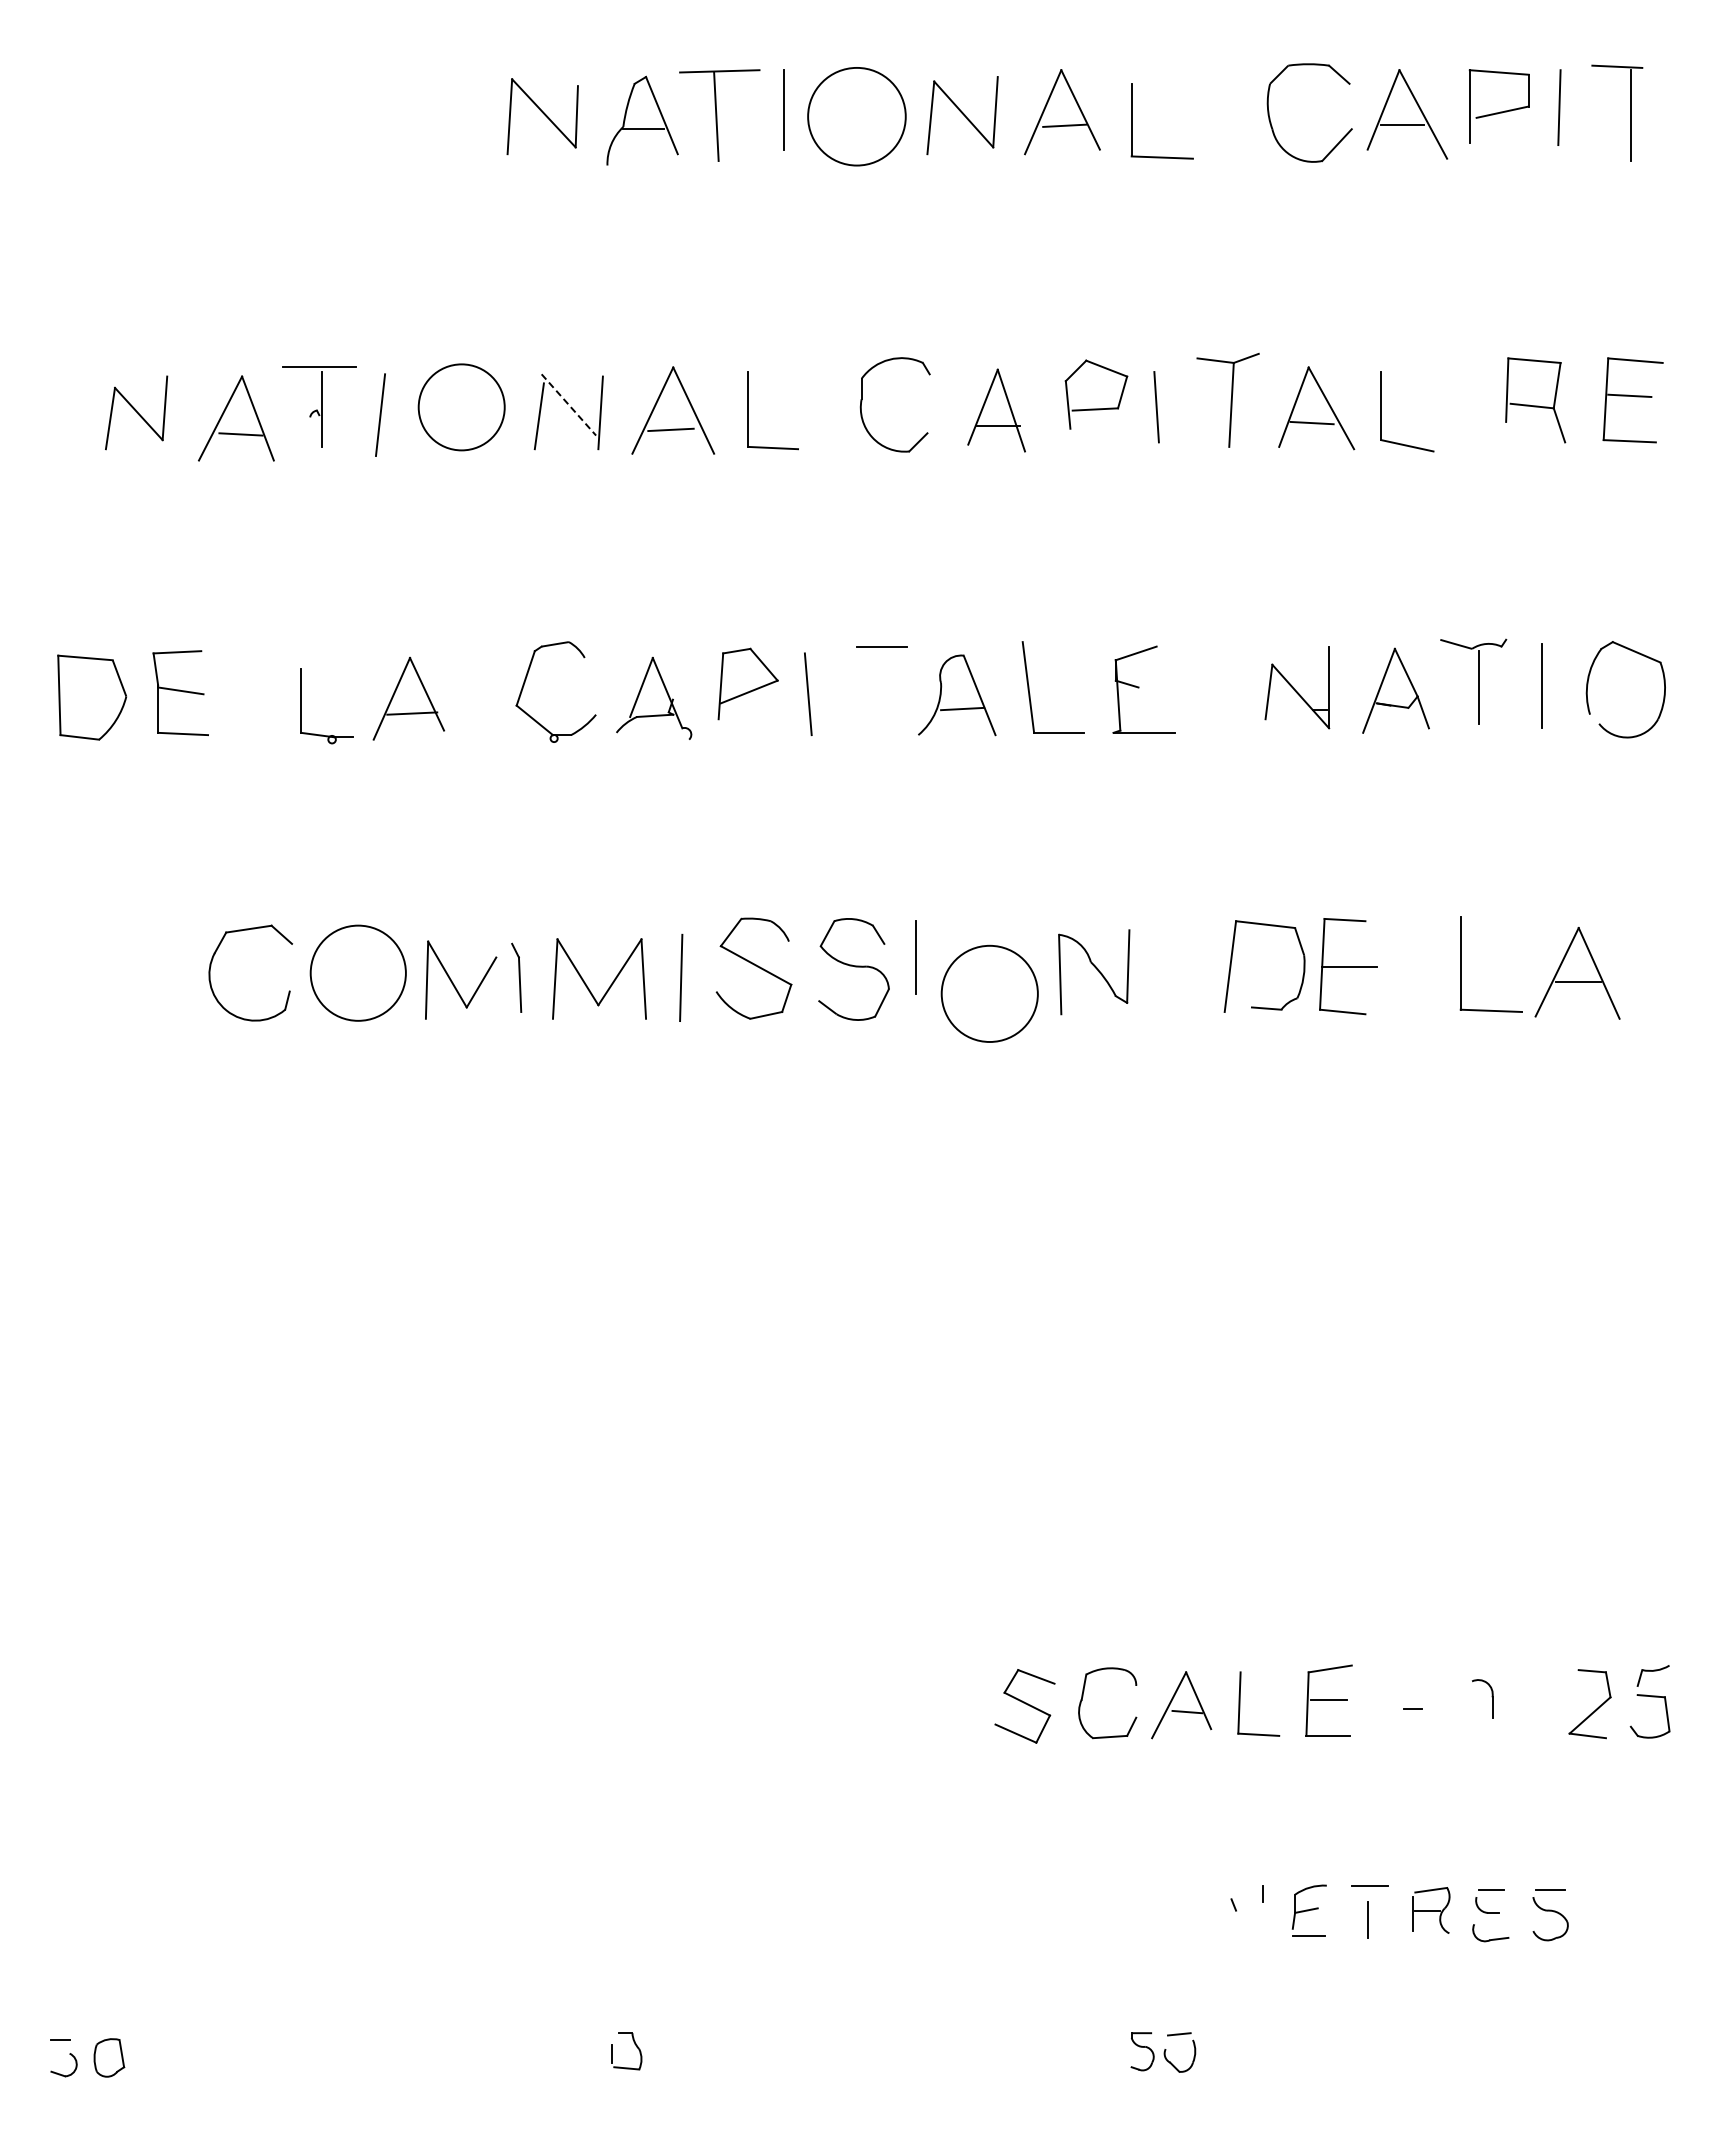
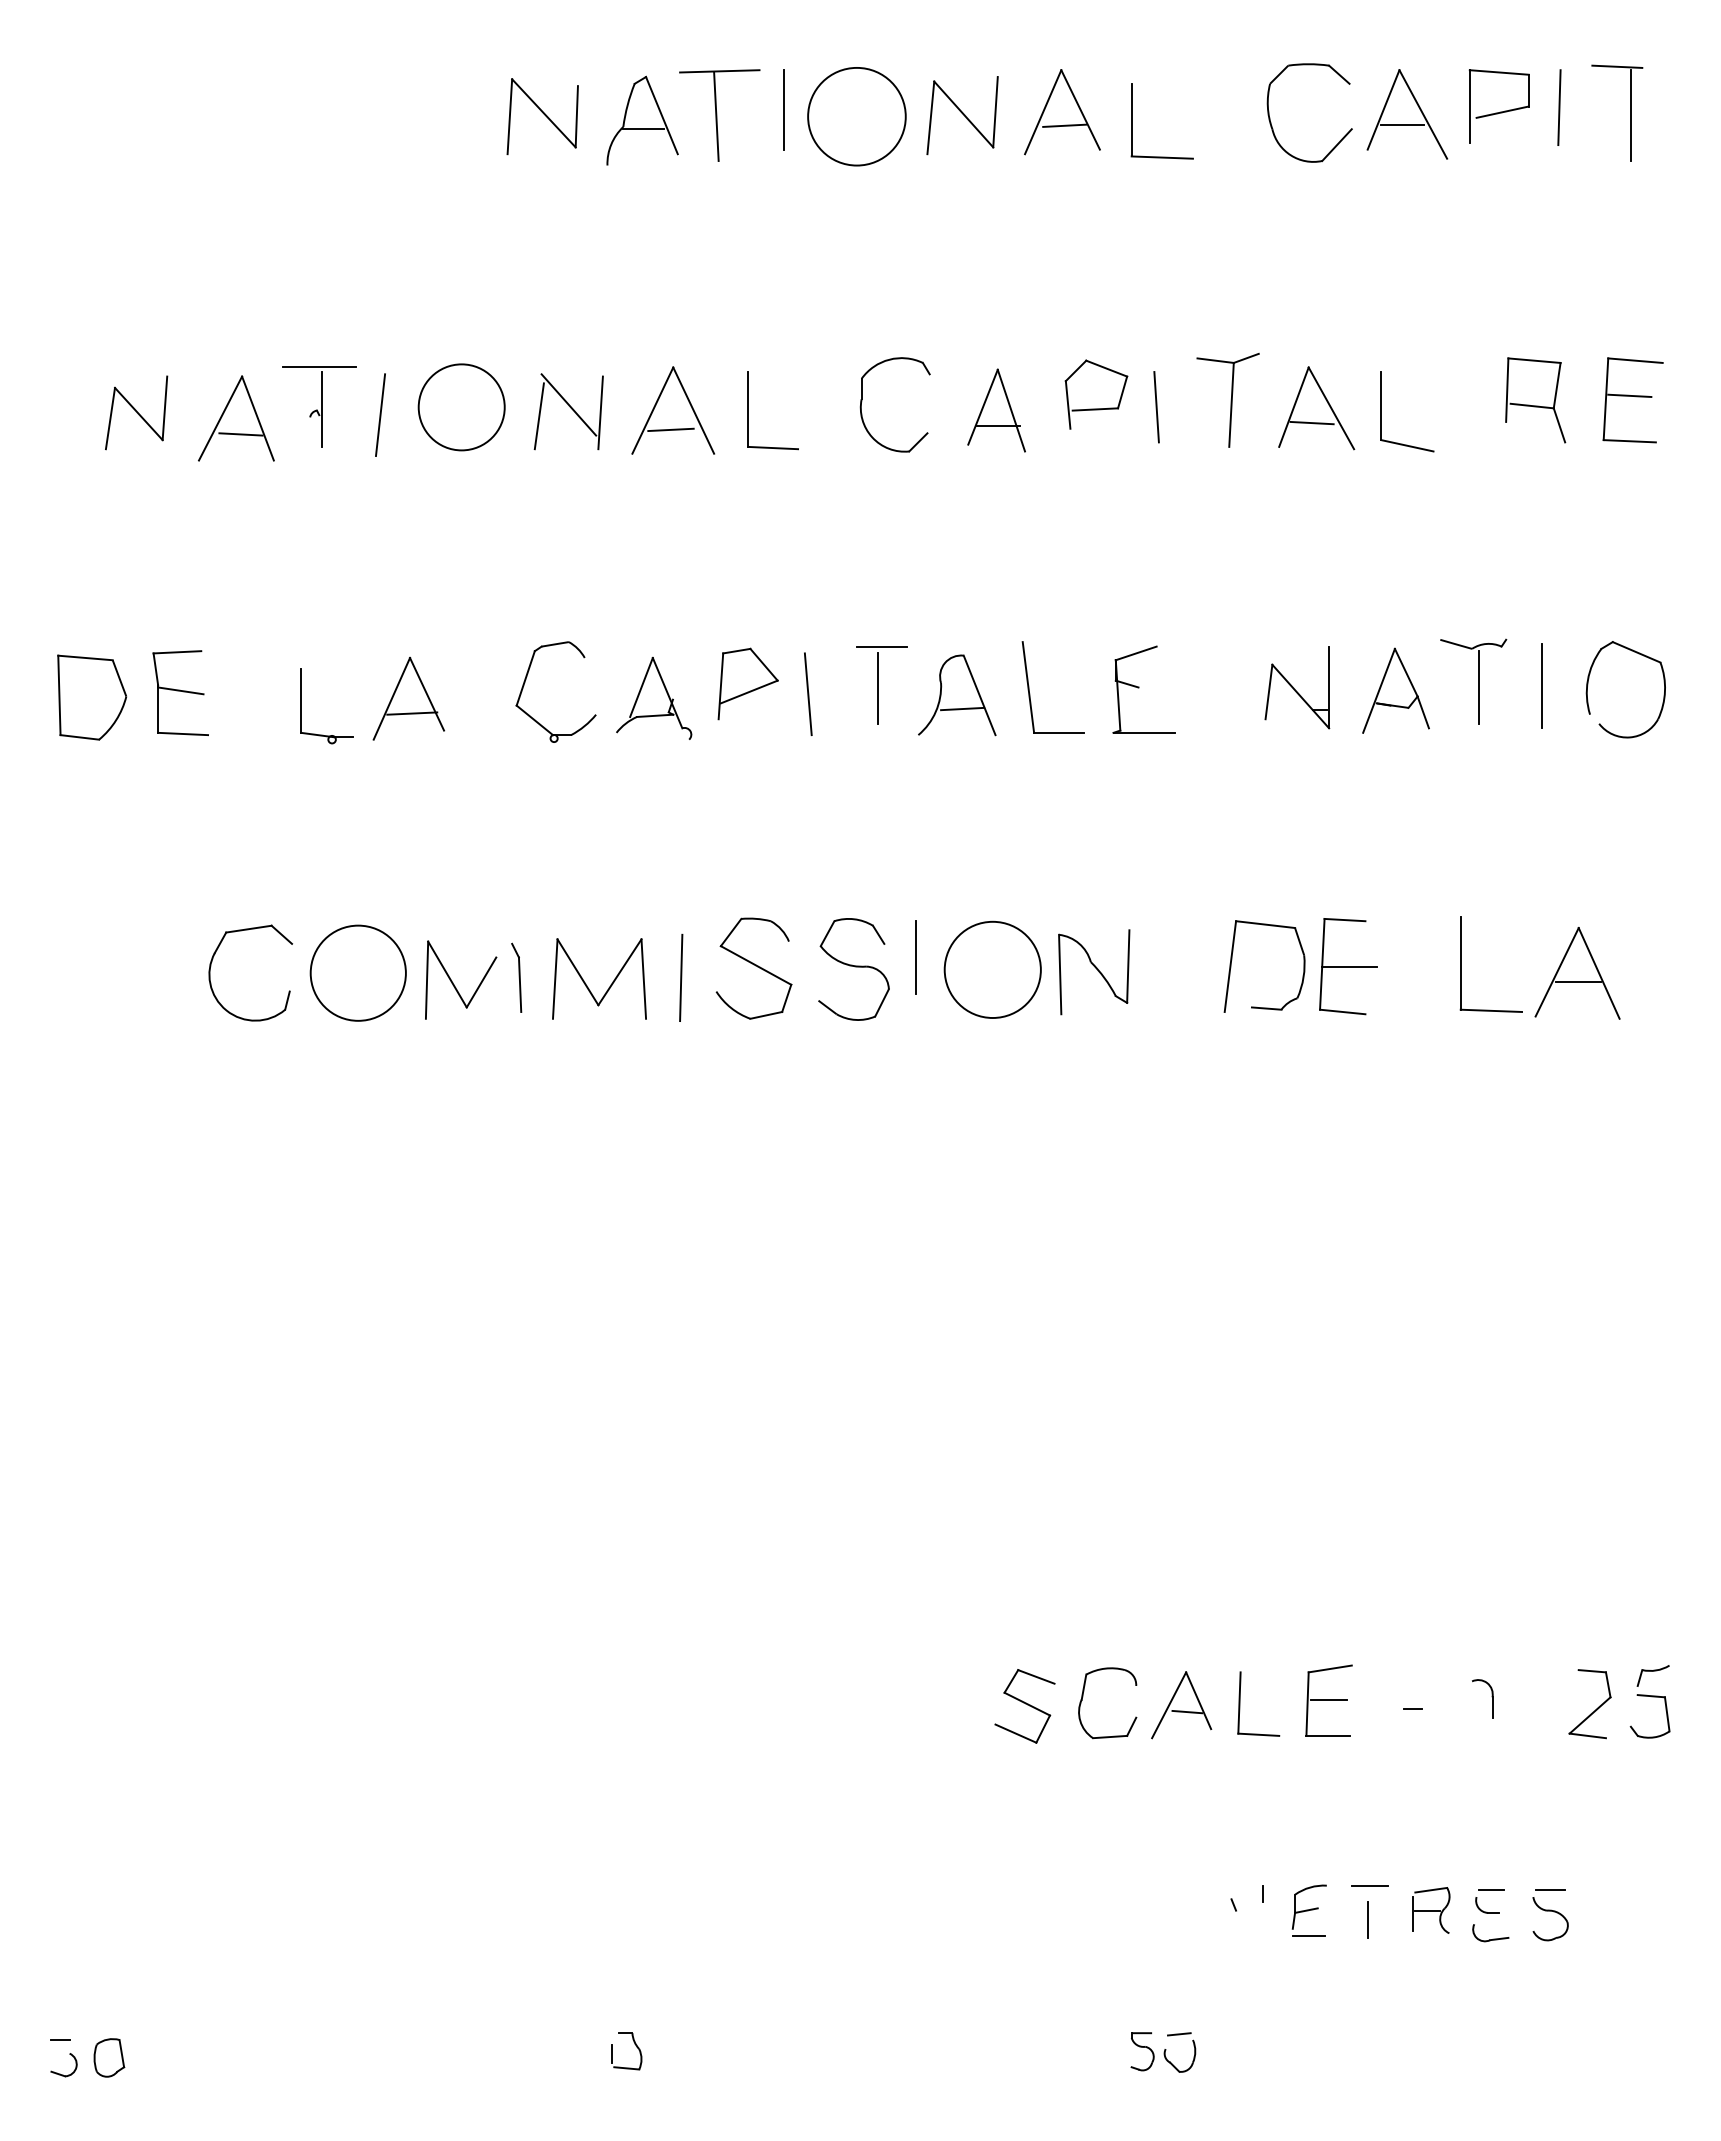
line at (568, 404): dashed -> solid
line at (877, 688): none -> present
circle at (989, 993) position: (989, 993) -> (992, 969)
